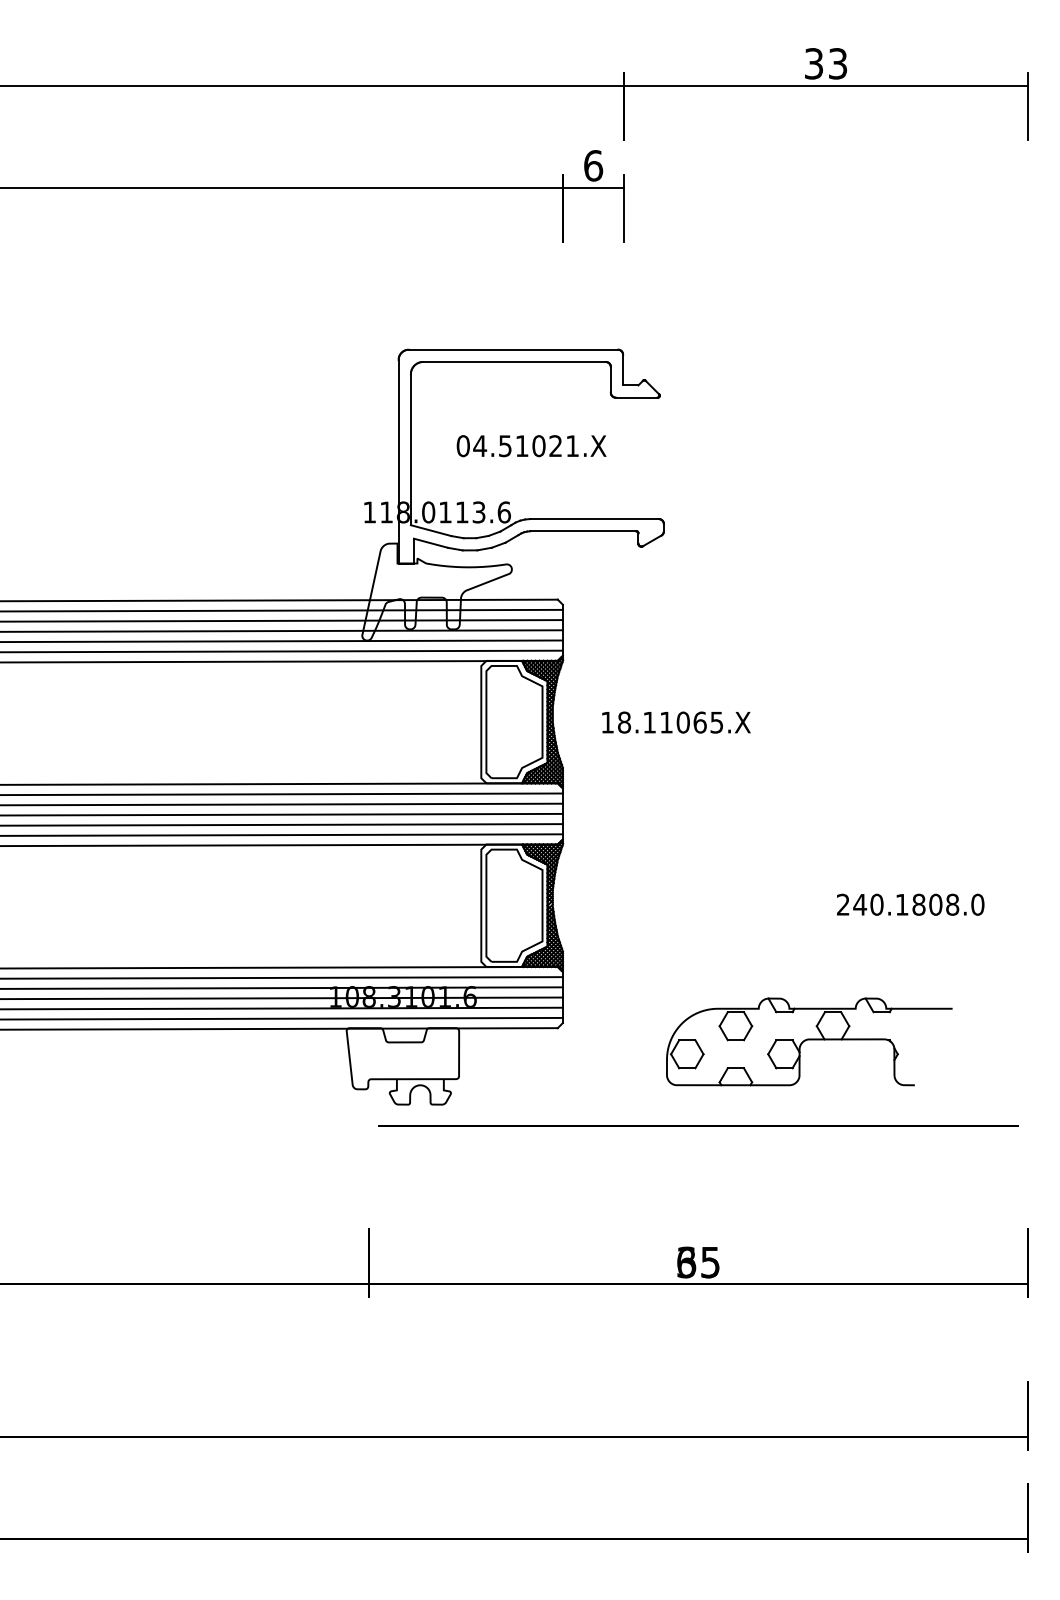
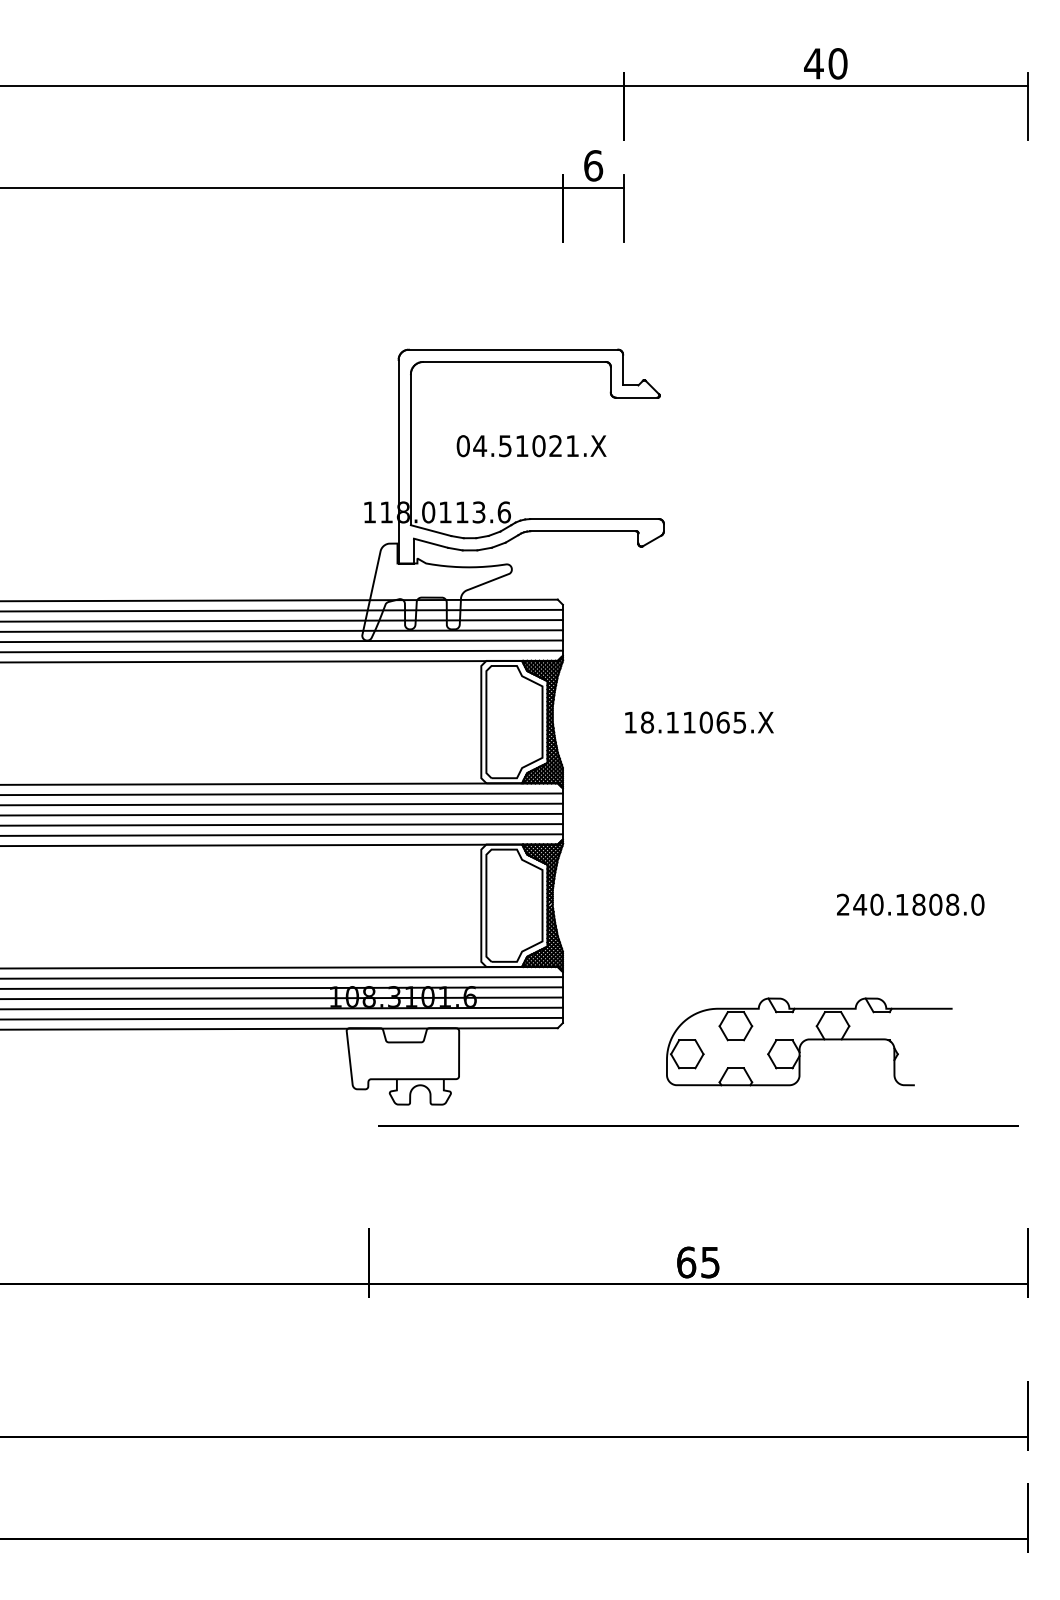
text at (825, 63): 33 -> 40
text at (676, 722) position: (676, 722) -> (699, 722)
text at (686, 1262): 35 -> 65
